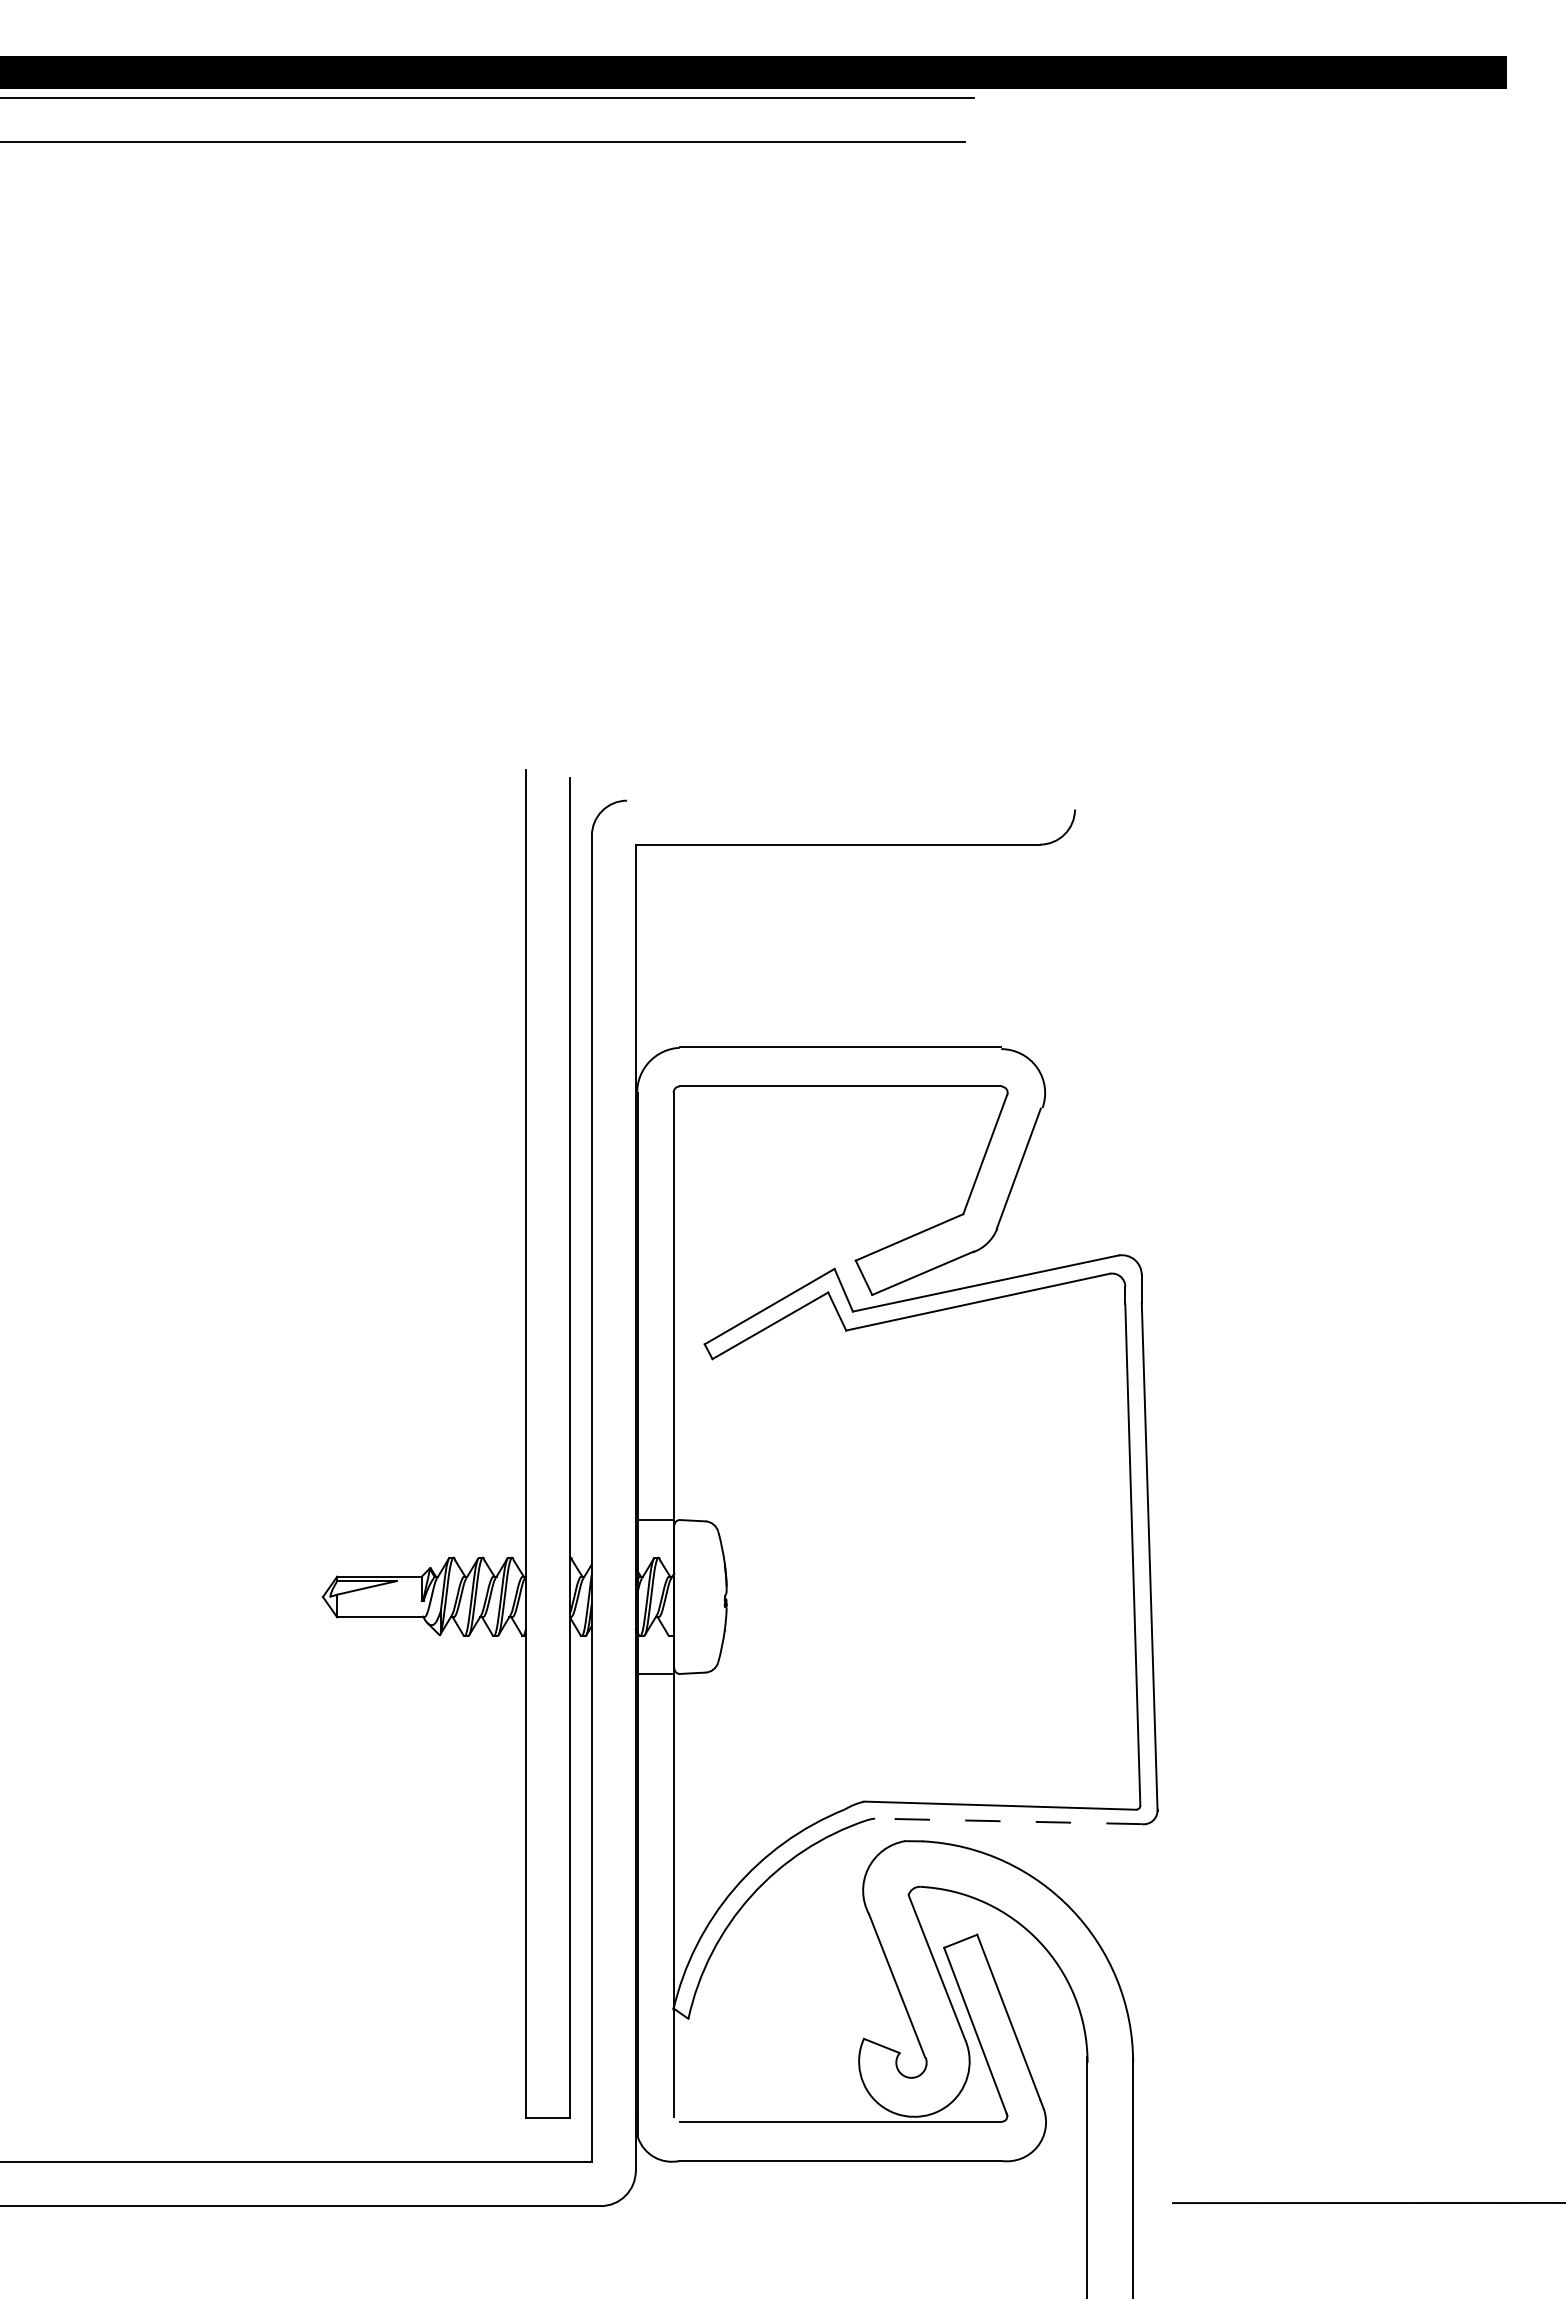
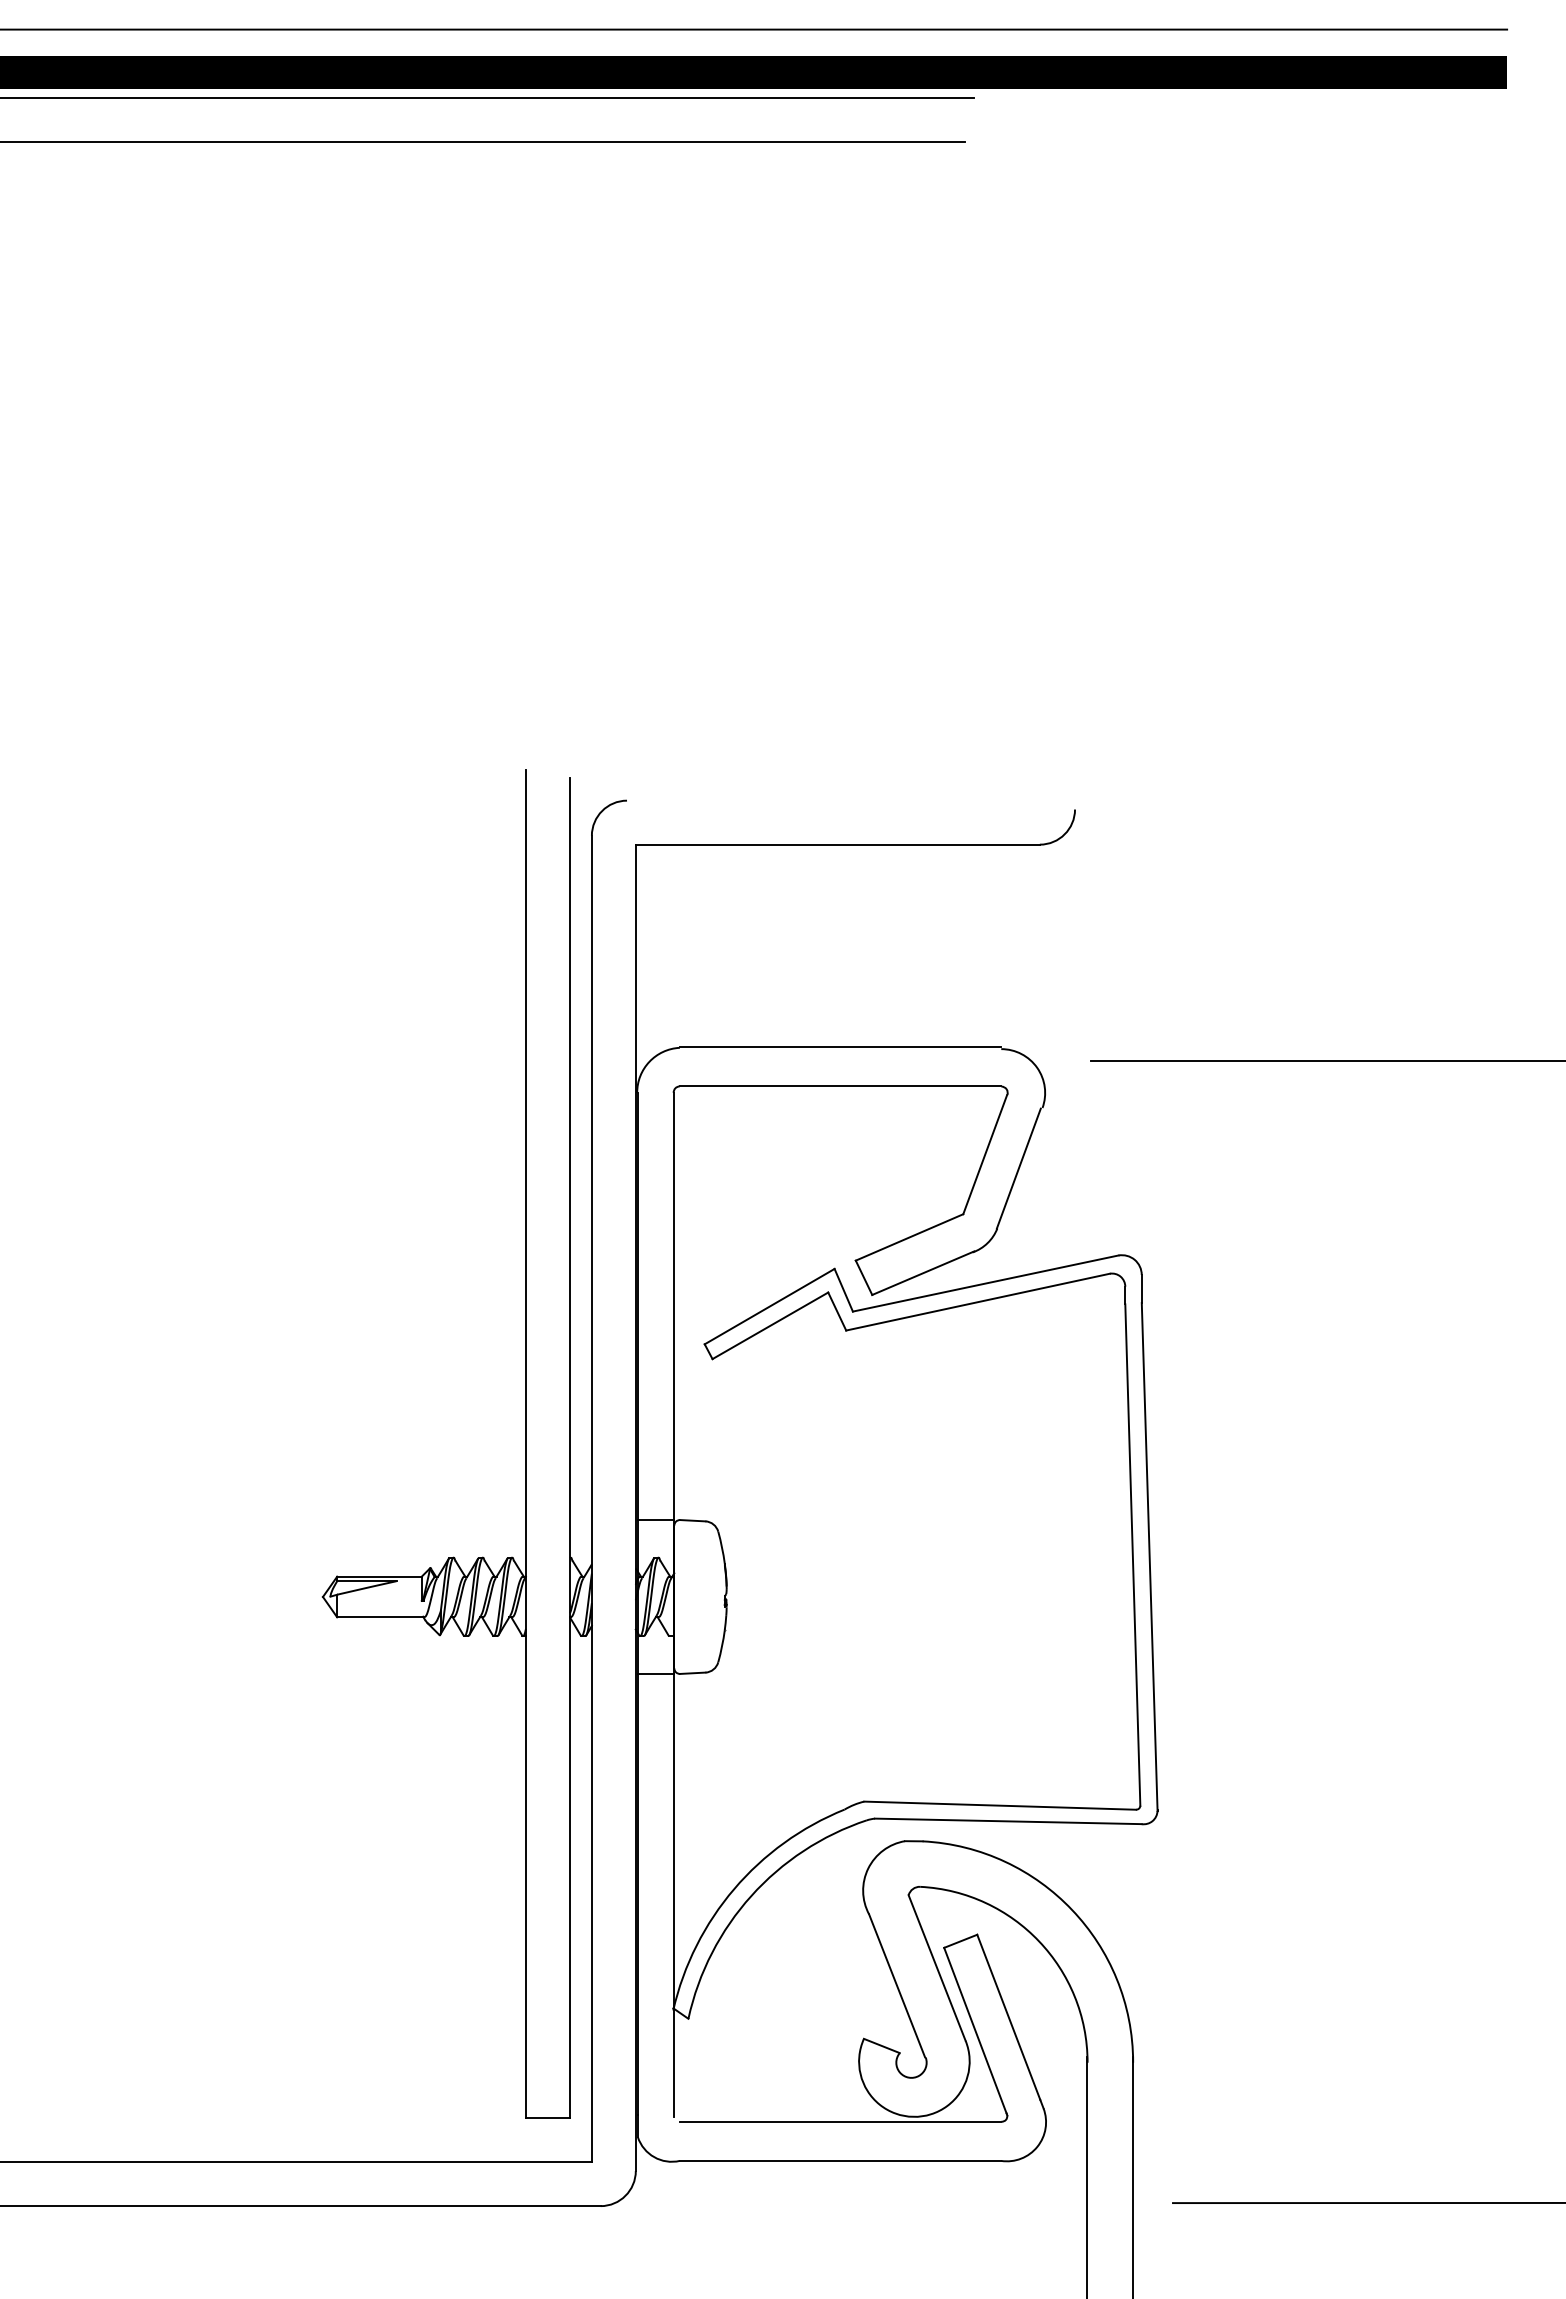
line at (754, 29): none -> present
line at (1326, 1060): none -> present
line at (1007, 1821): dashed -> solid
